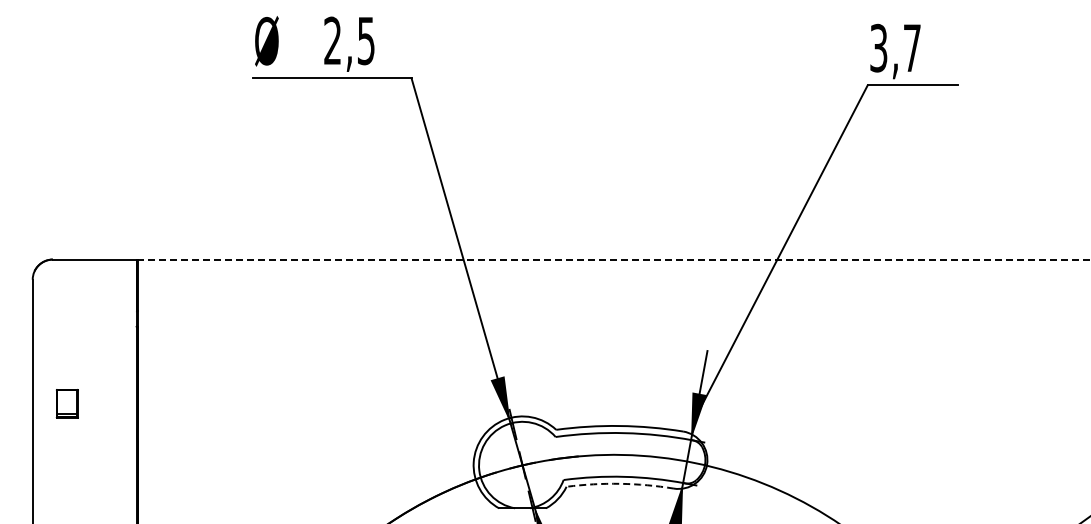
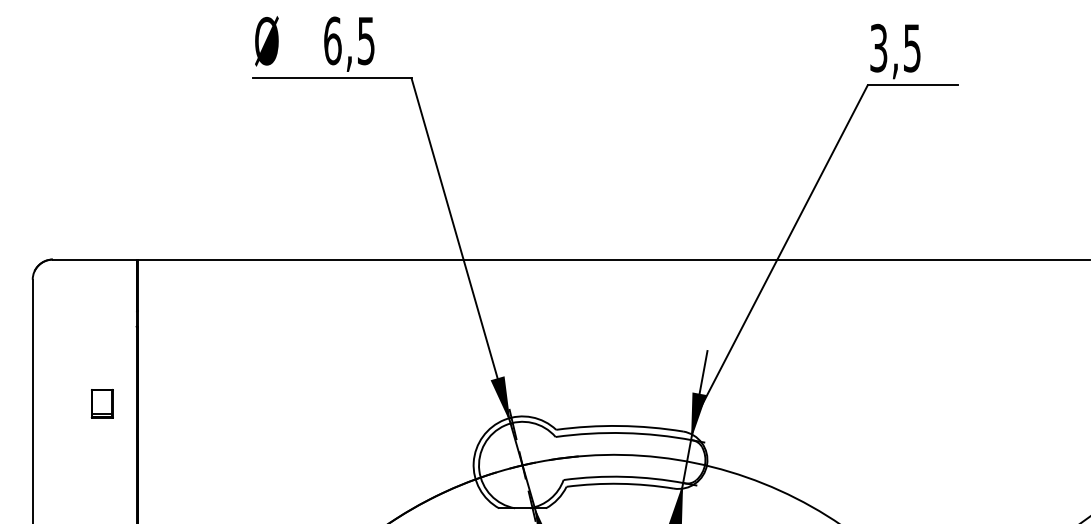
text at (332, 40): 2,5 -> 6,5
text at (912, 48): 3,7 -> 3,5
line at (614, 259): dashed -> solid
part at (66, 403) position: (66, 403) -> (101, 403)
arc at (620, 483): dashed -> solid
